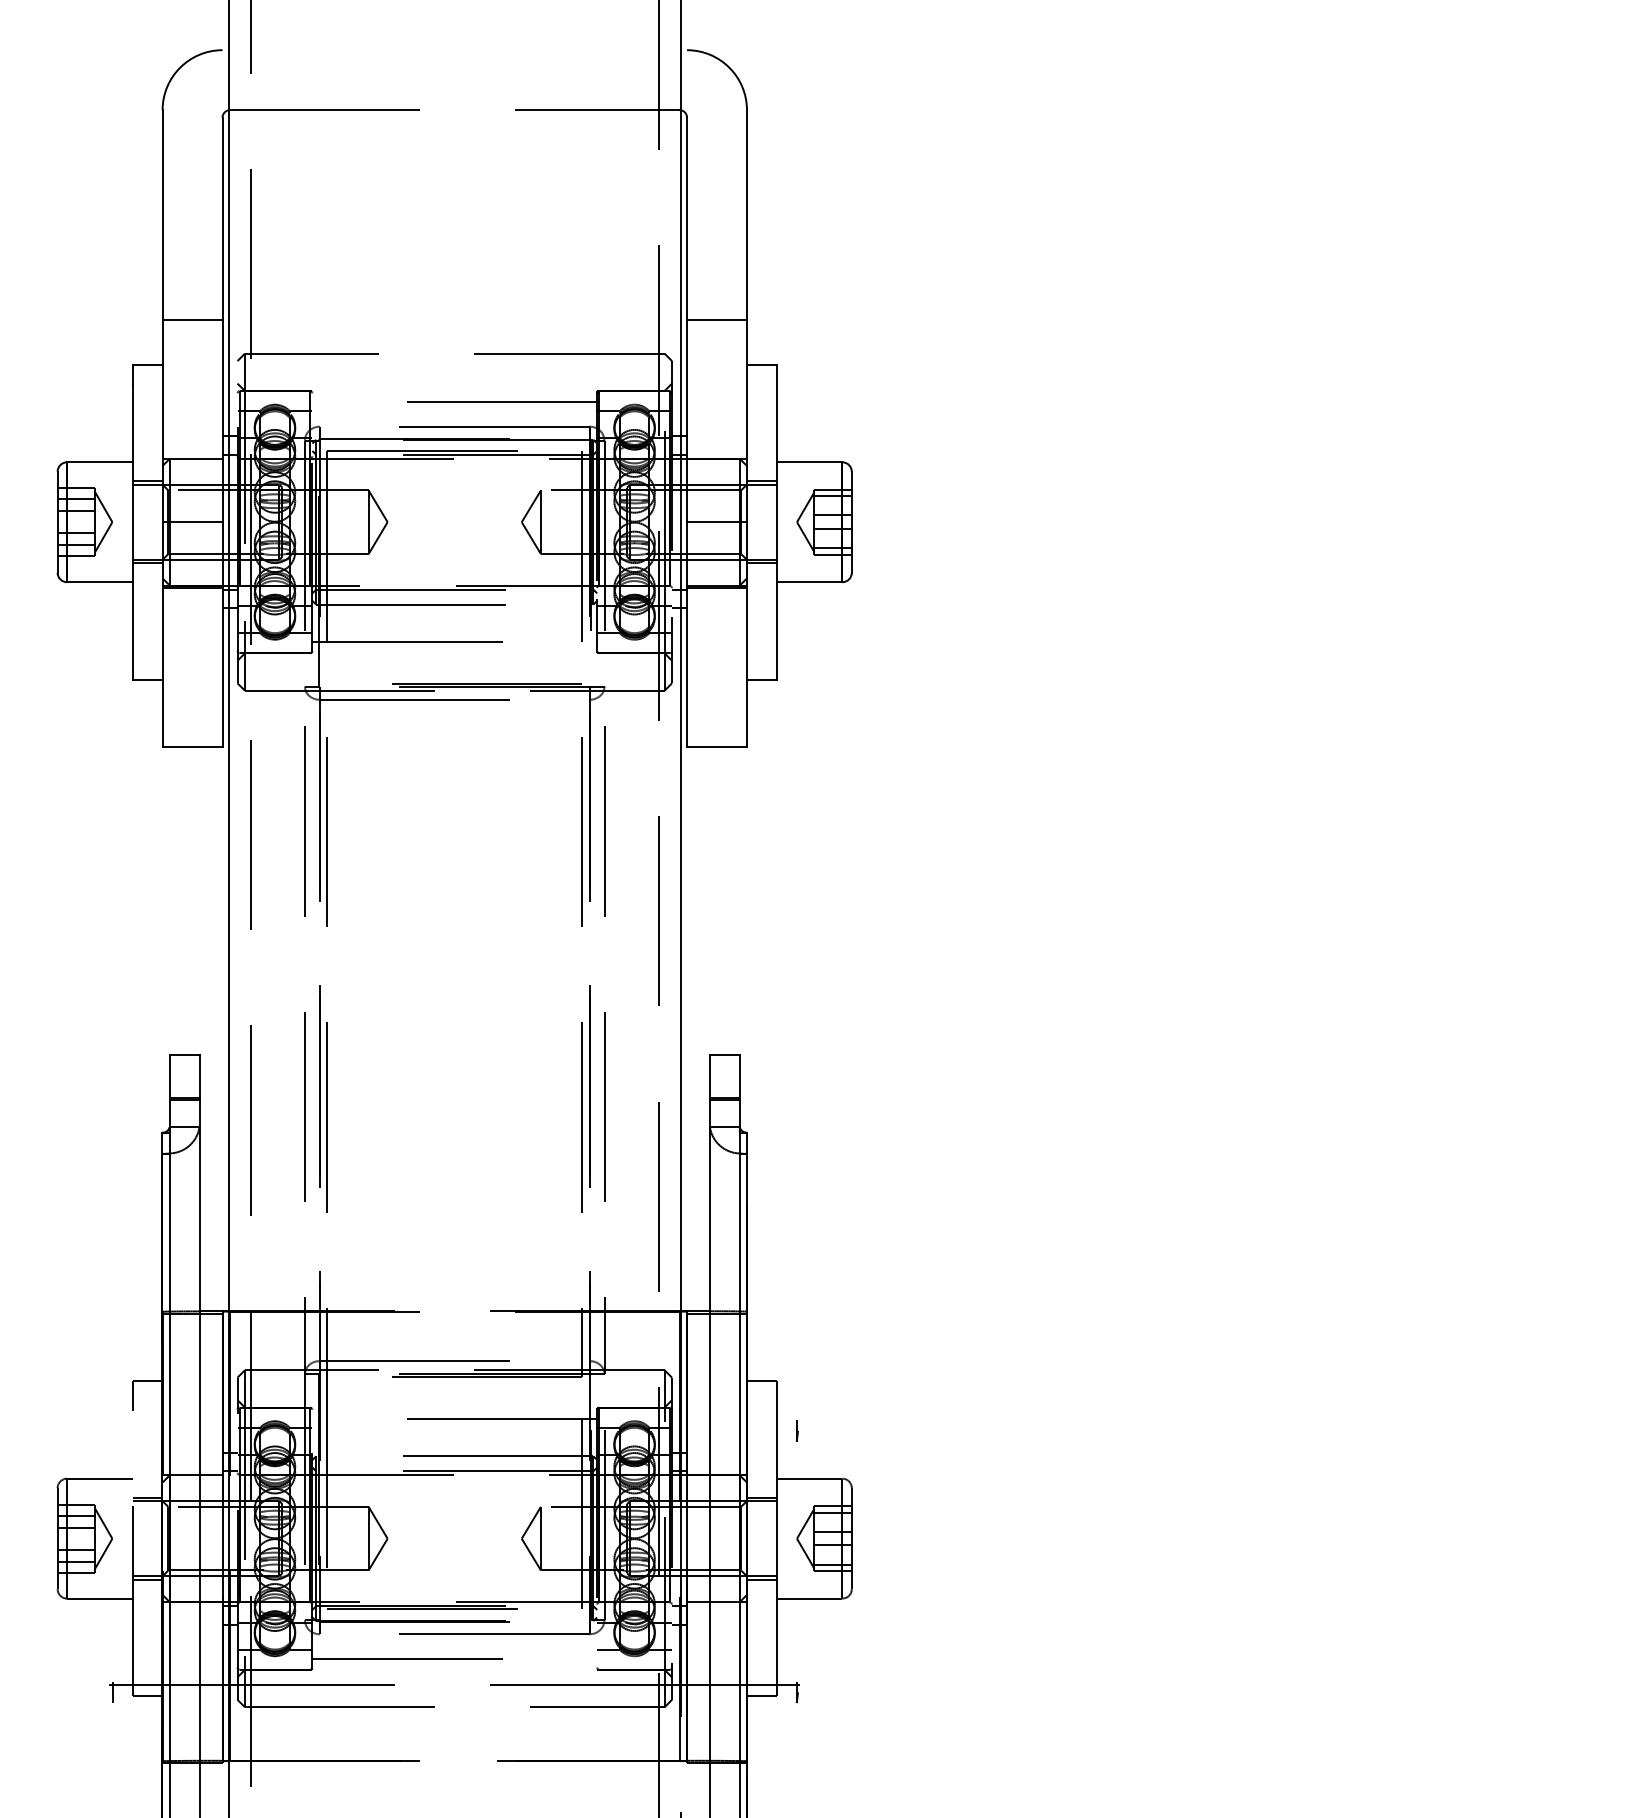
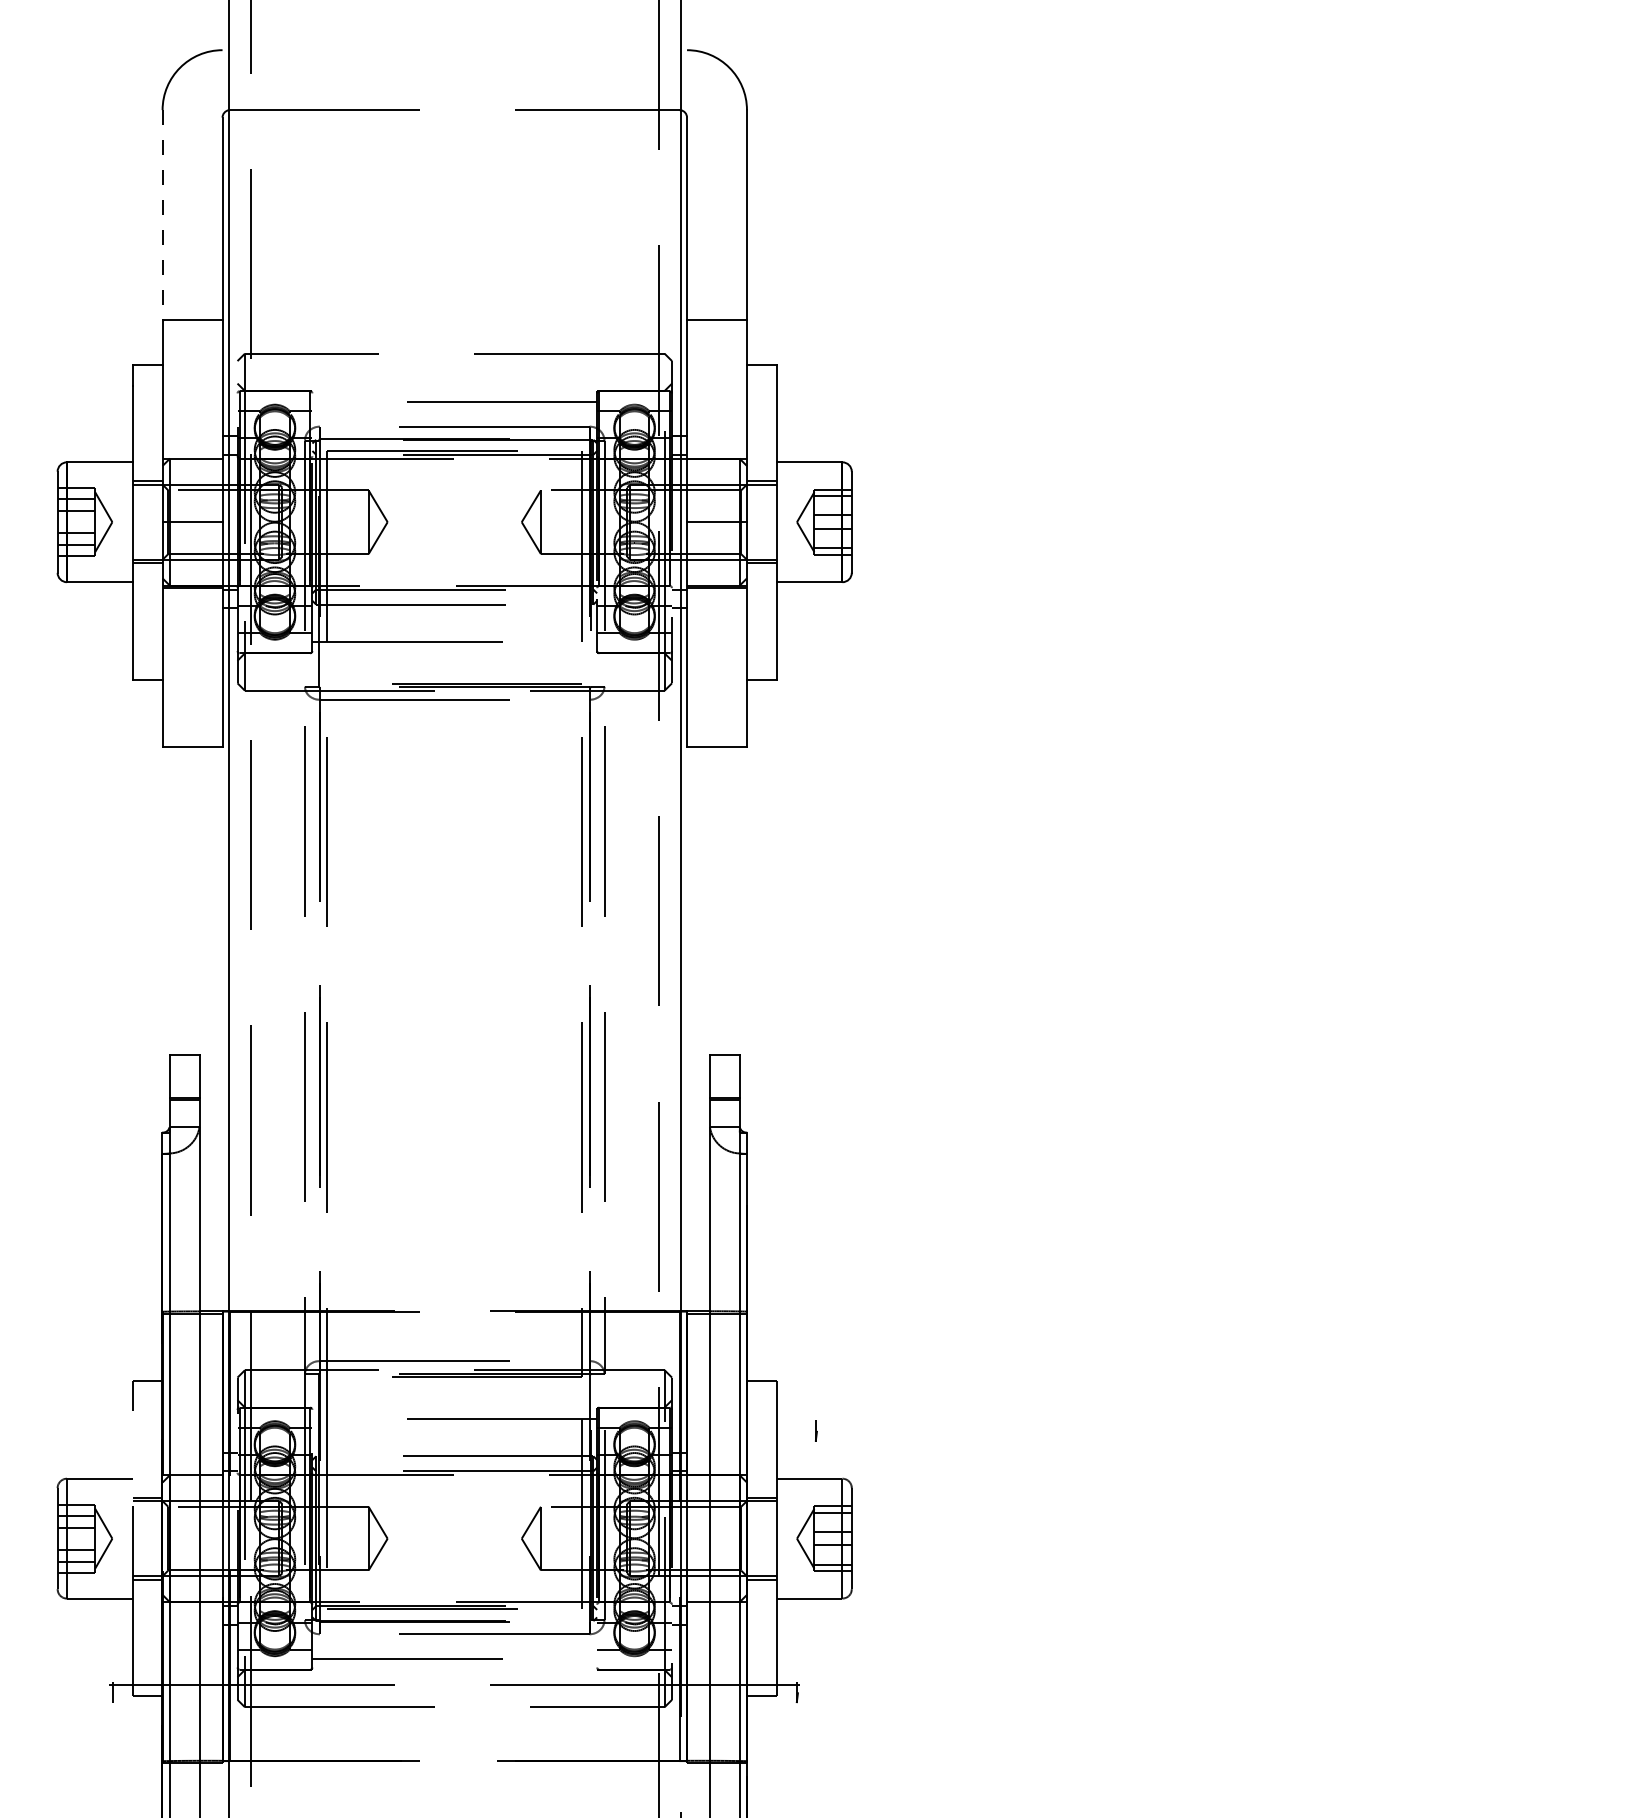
line at (162, 215): solid -> dashed
line at (797, 1430) position: (797, 1430) -> (816, 1430)
